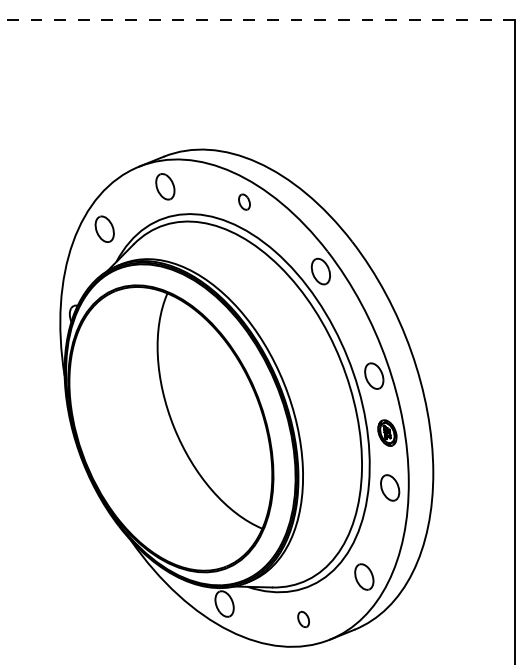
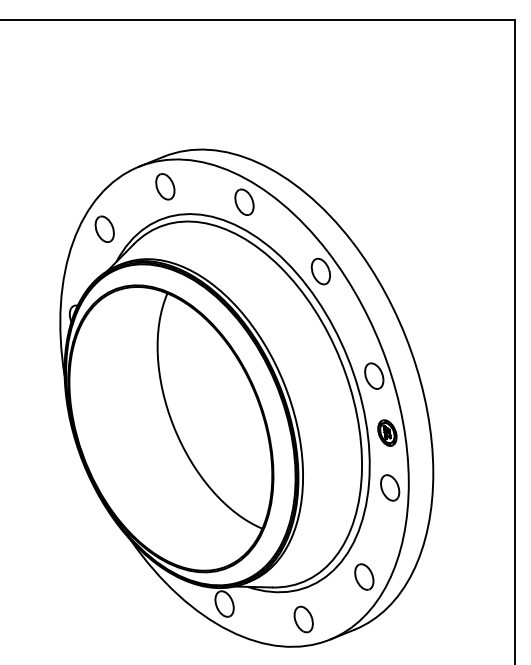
line at (258, 19): dashed -> solid
part at (244, 201) size: 13x18 px -> 21x28 px
part at (303, 619) size: 13x19 px -> 21x29 px
